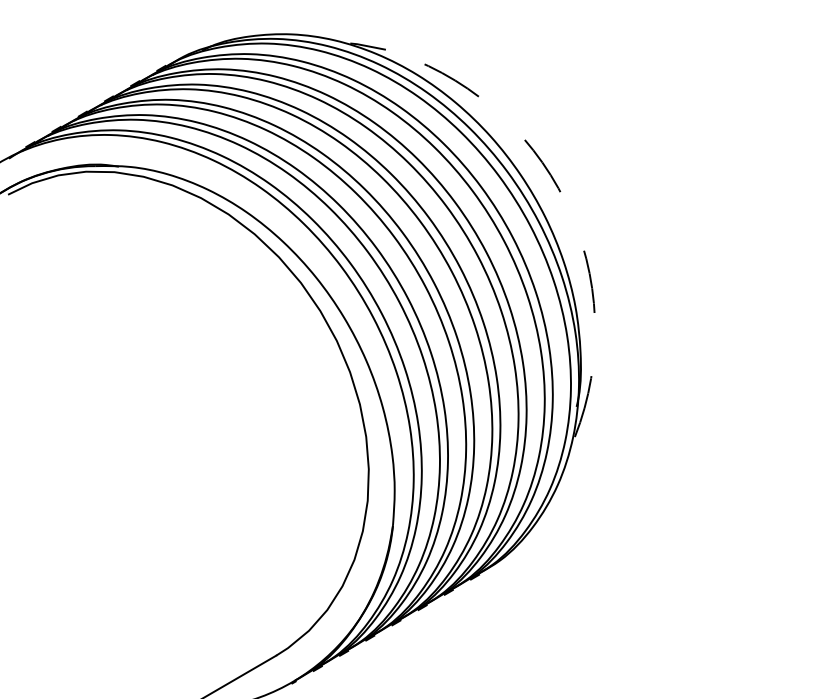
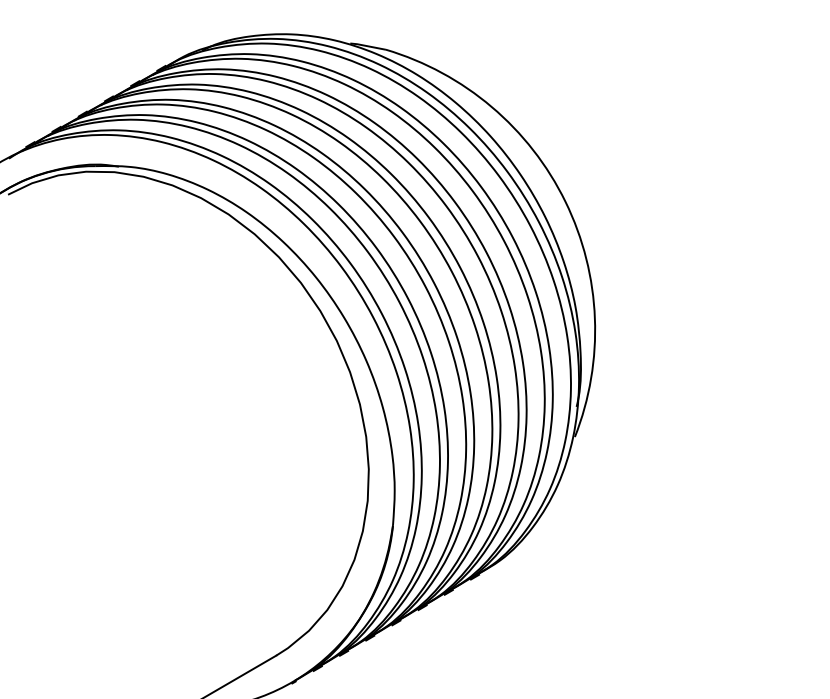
arc at (565, 201): dashed -> solid
